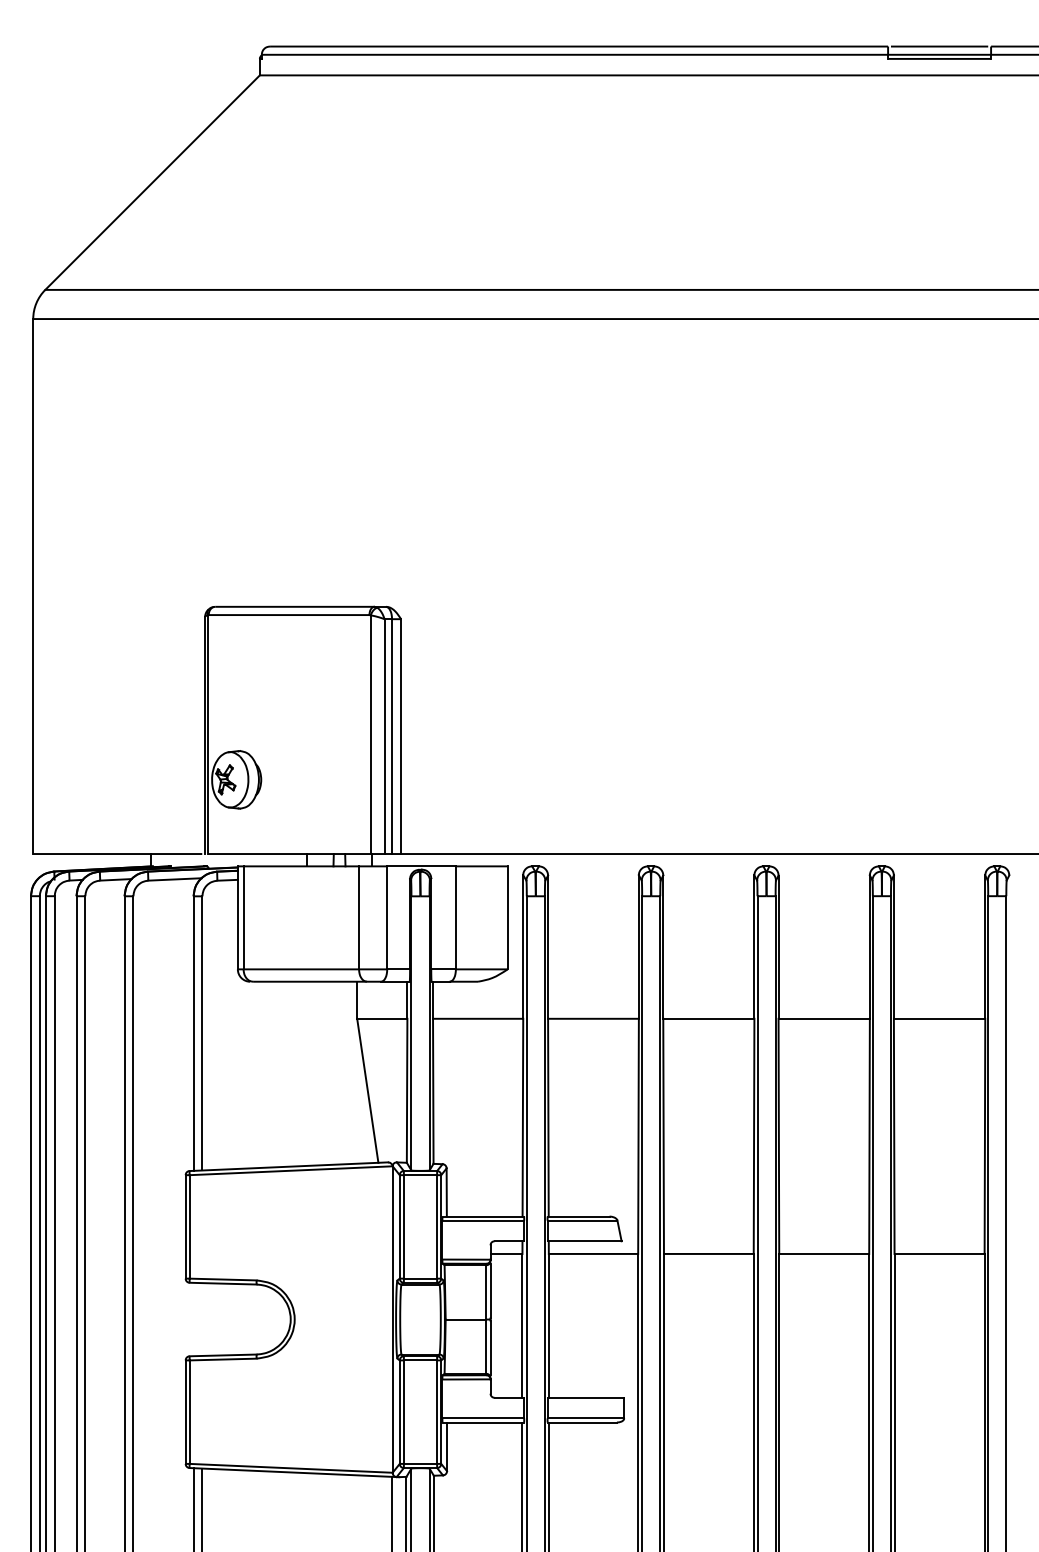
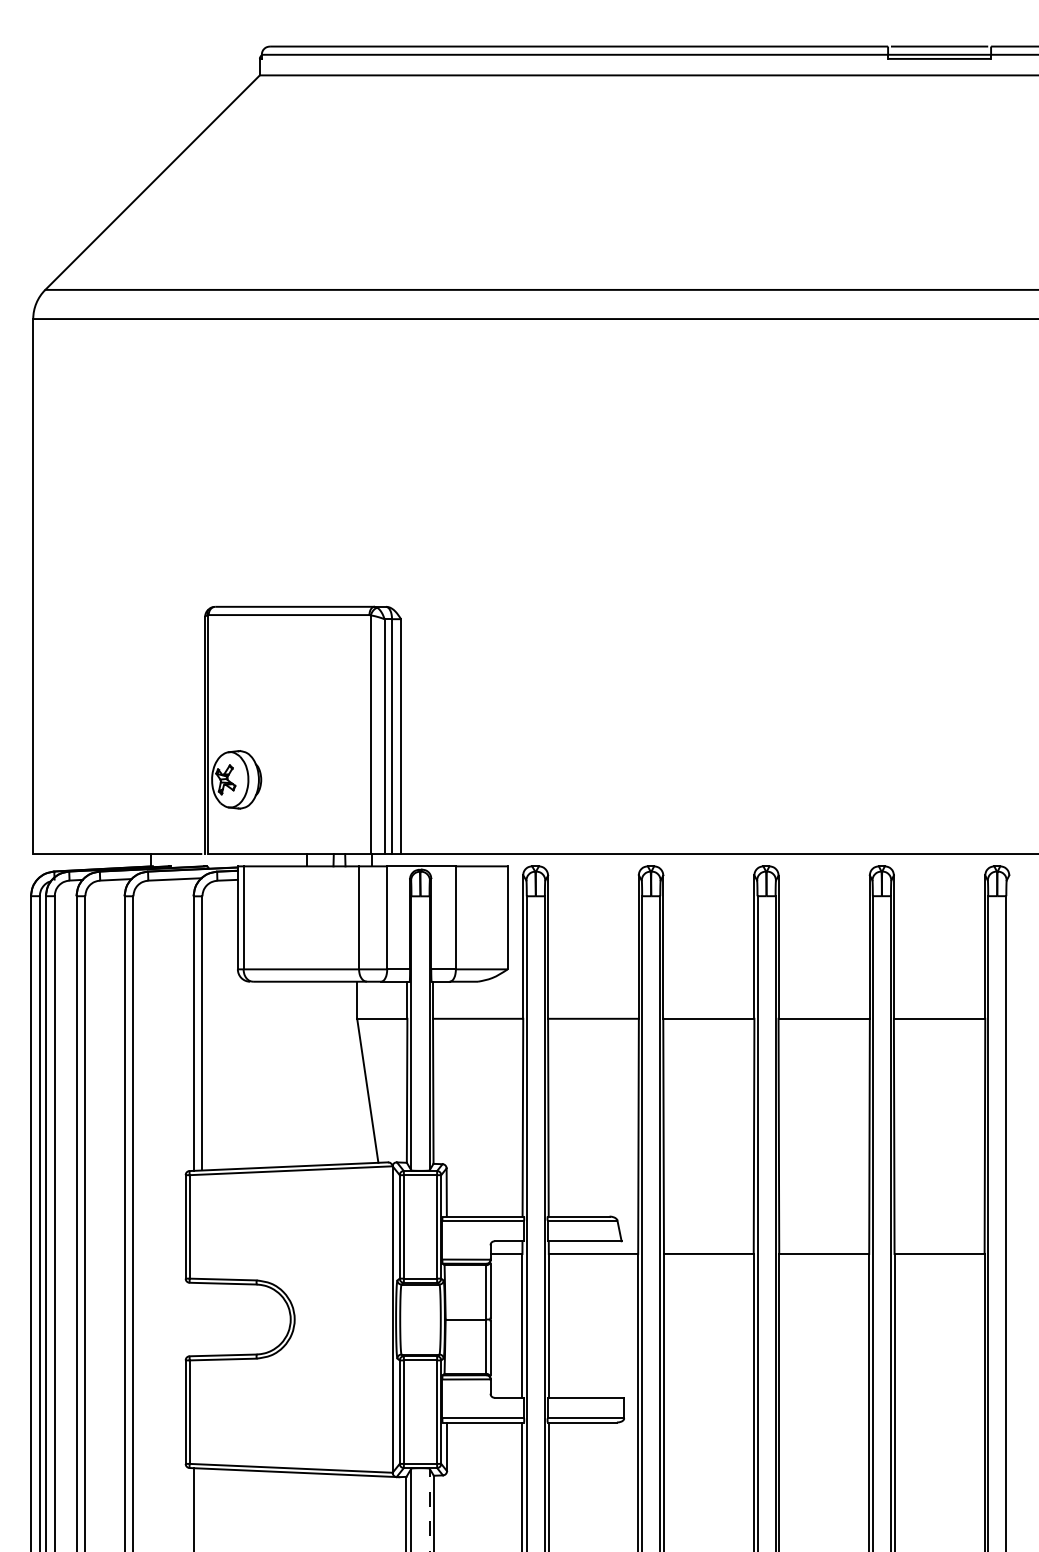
line at (202, 1508): present -> none
line at (429, 1509): solid -> dashed
line at (392, 1512): present -> none
